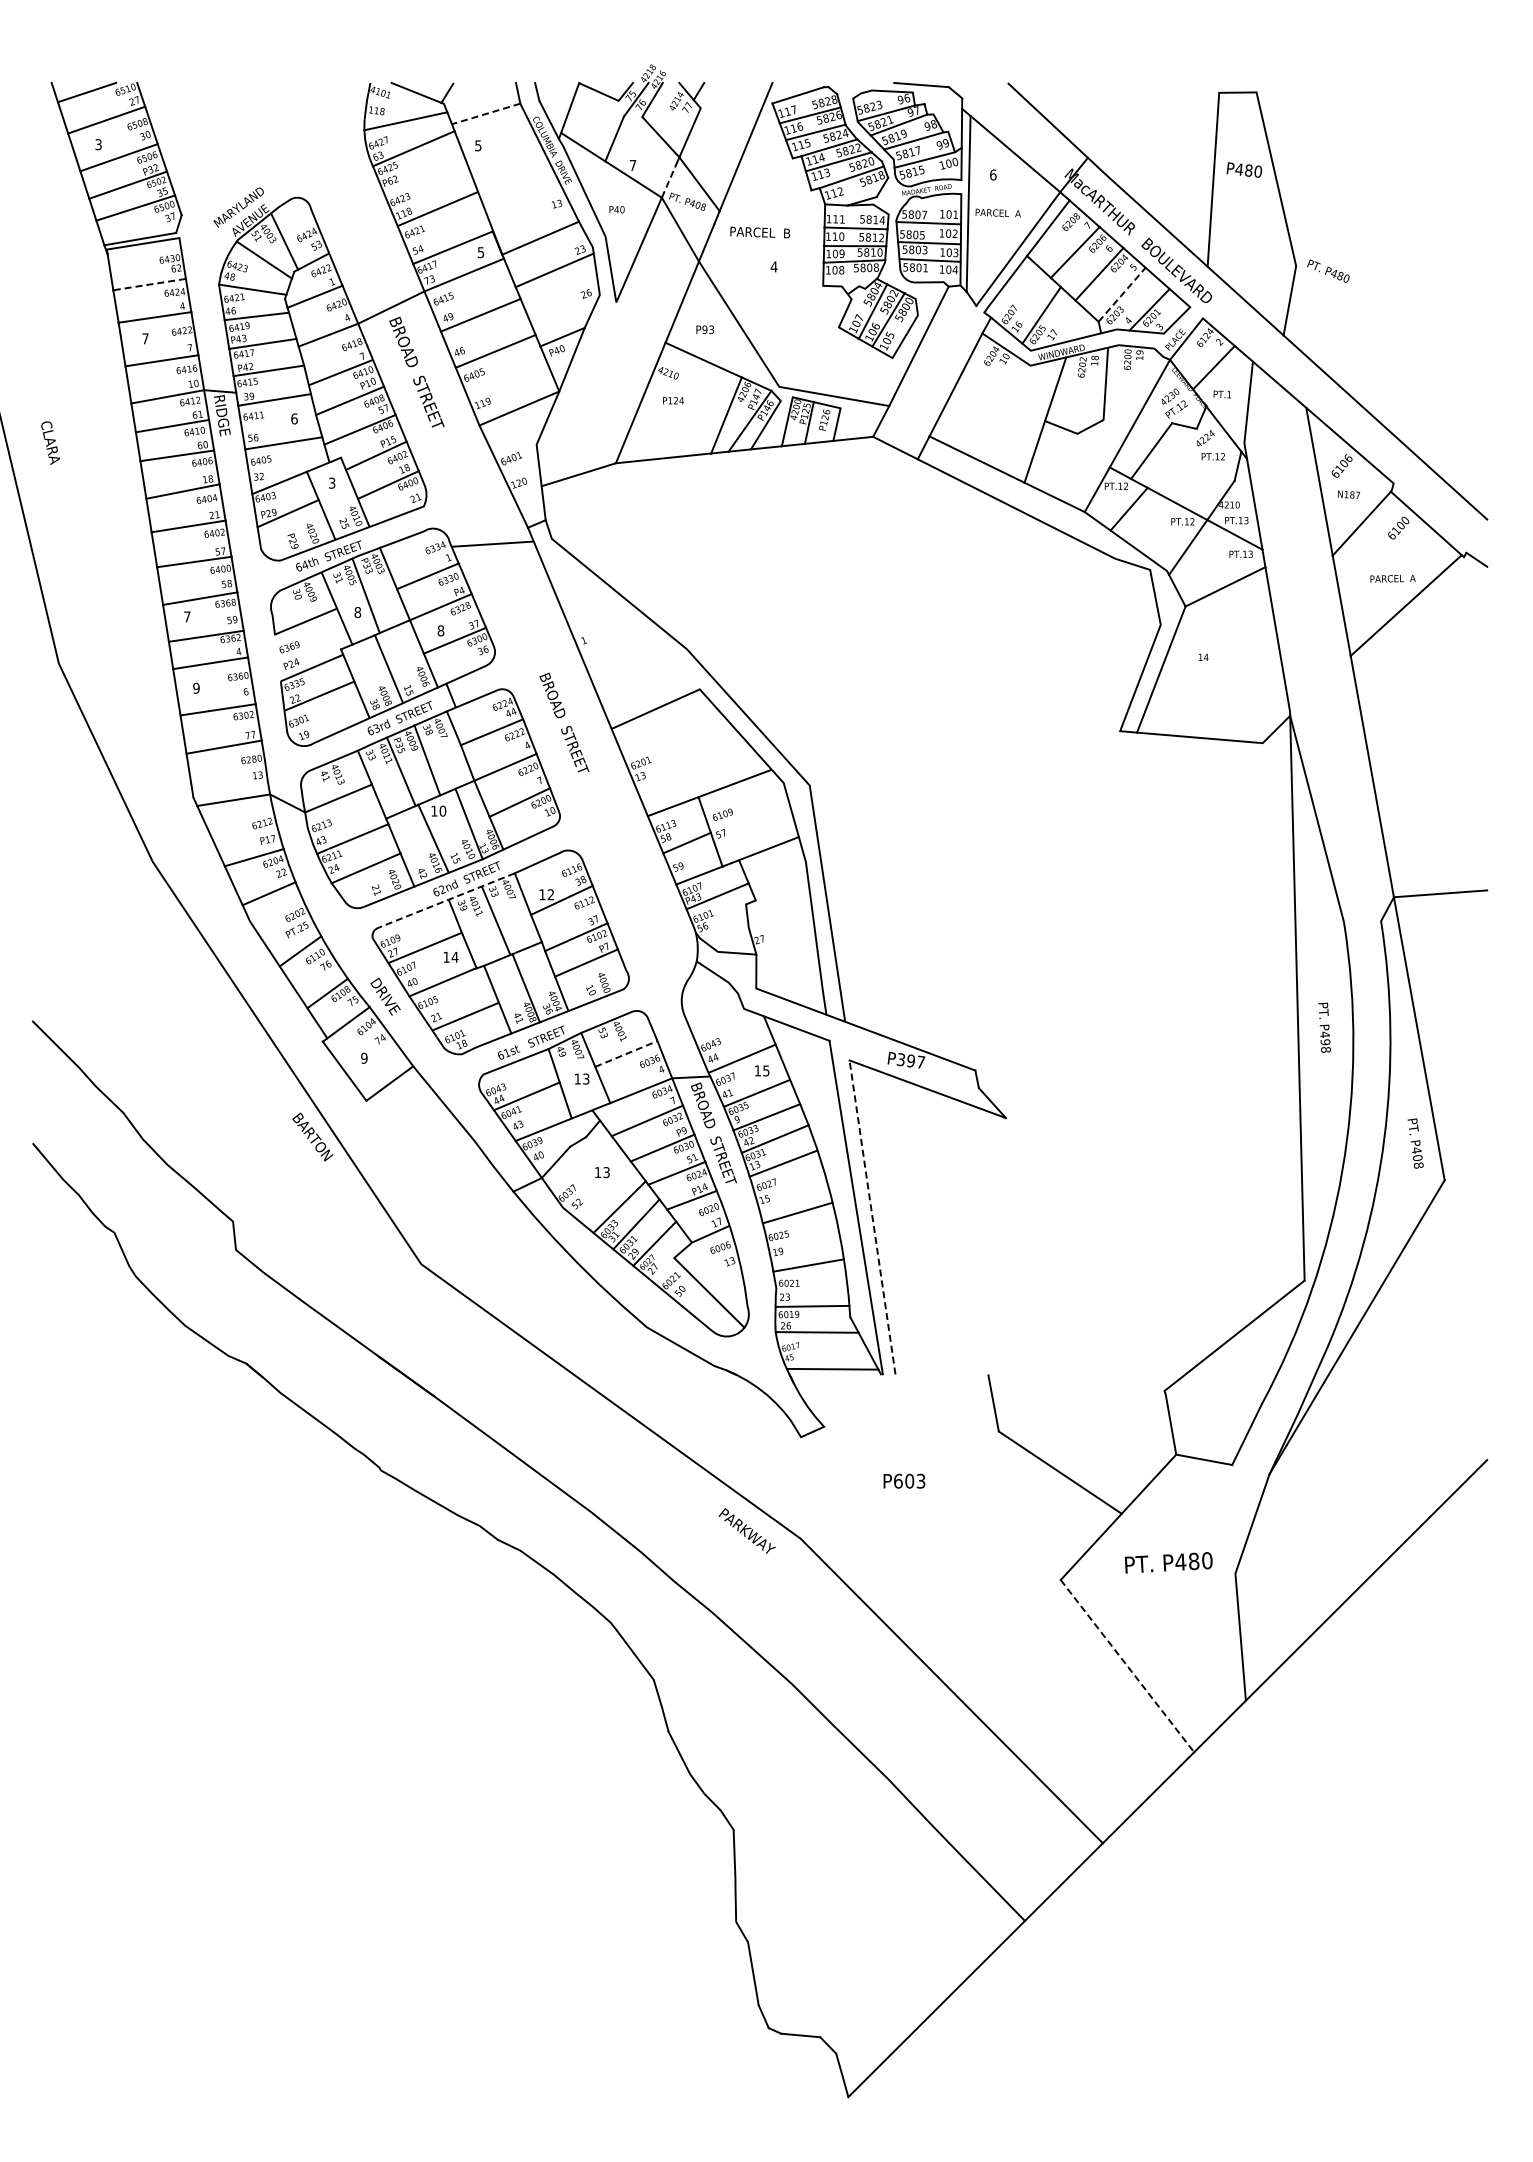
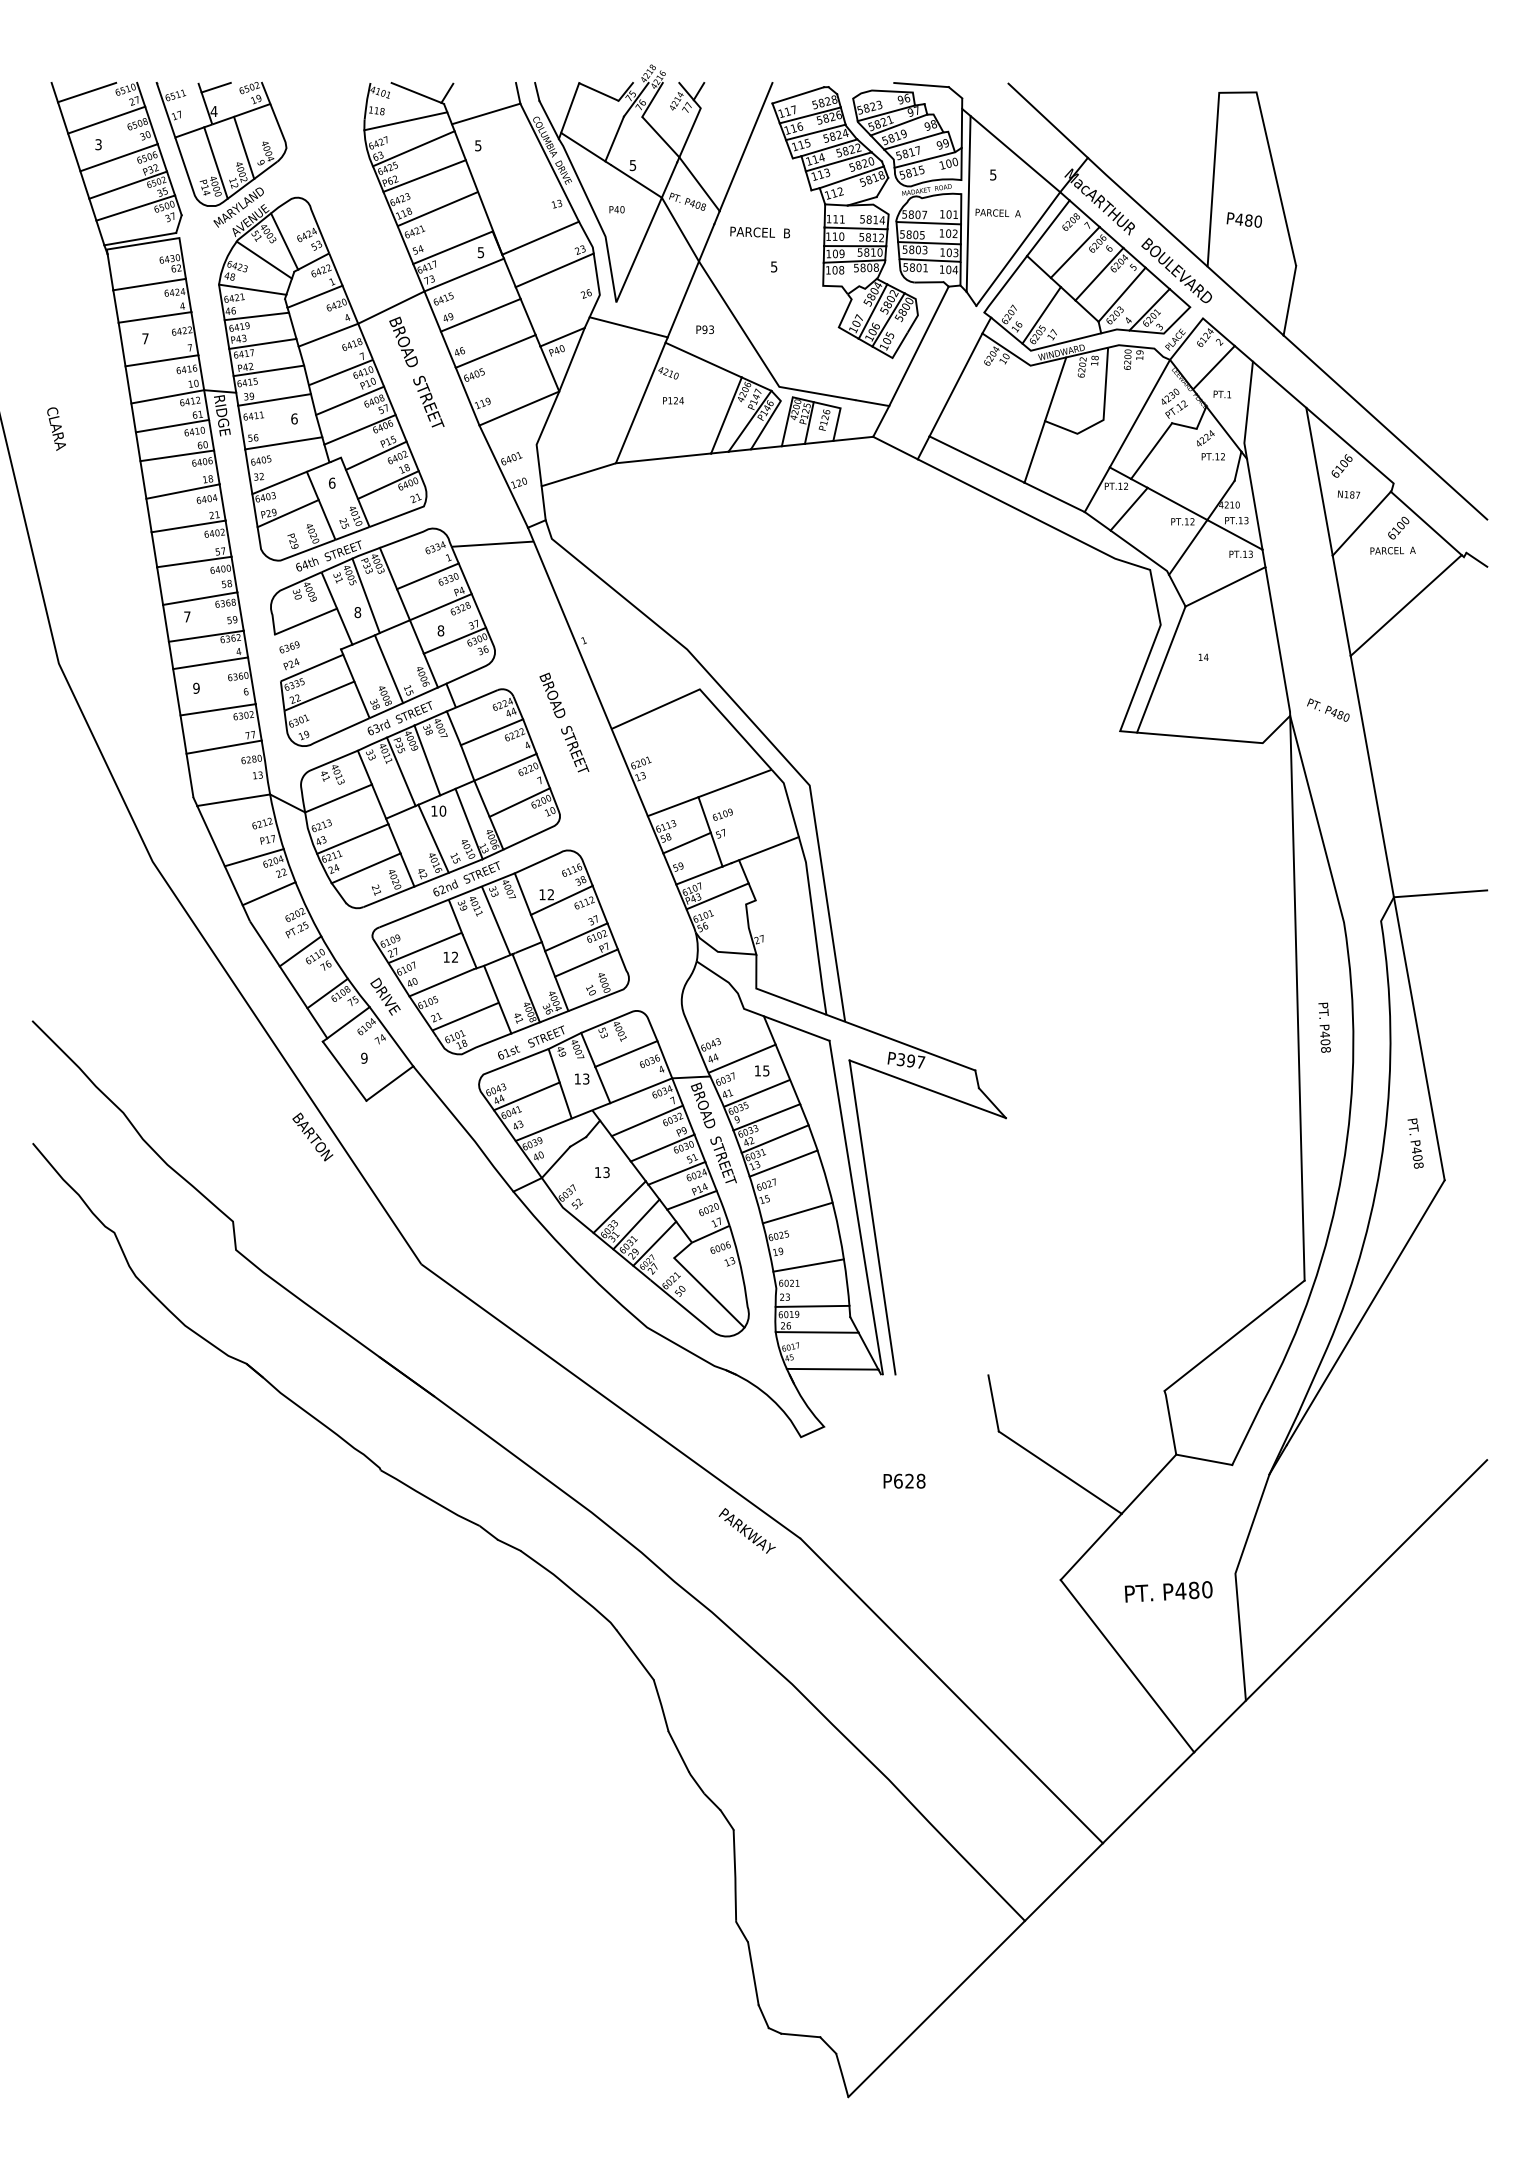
line at (486, 113): dashed -> solid
part at (221, 143): none -> present
text at (632, 165): 7 -> 5
text at (1243, 169) position: (1243, 169) -> (1243, 219)
text at (993, 174): 6 -> 5
line at (424, 175): none -> present
line at (669, 179): dashed -> solid
text at (773, 266): 4 -> 5
text at (1328, 270) position: (1328, 270) -> (1328, 709)
line at (149, 284): dashed -> solid
line at (1122, 294): dashed -> solid
line at (628, 327): none -> present
text at (50, 442) position: (50, 442) -> (56, 428)
text at (332, 482): 3 -> 6
text at (1392, 578) position: (1392, 578) -> (1392, 550)
line at (447, 900): dashed -> solid
text at (454, 956): 14 -> 12
text at (1324, 1042): P498 -> P408
line at (626, 1053): dashed -> solid
line at (872, 1217): dashed -> solid
text at (915, 1480): P603 -> P628
text at (1168, 1562) position: (1168, 1562) -> (1168, 1591)
line at (1127, 1666): dashed -> solid
